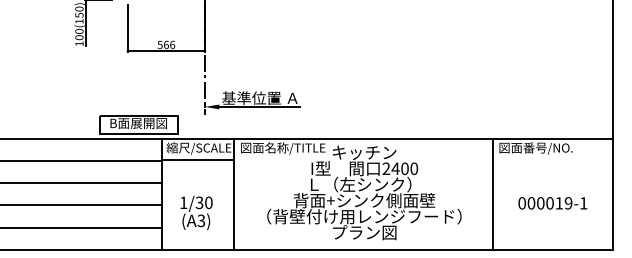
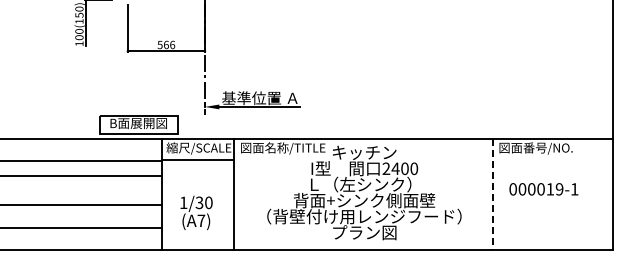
line at (82, 183) position: (82, 183) -> (82, 176)
line at (492, 194): solid -> dashed
text at (552, 203) position: (552, 203) -> (543, 189)
text at (201, 220): (A3) -> (A7)
